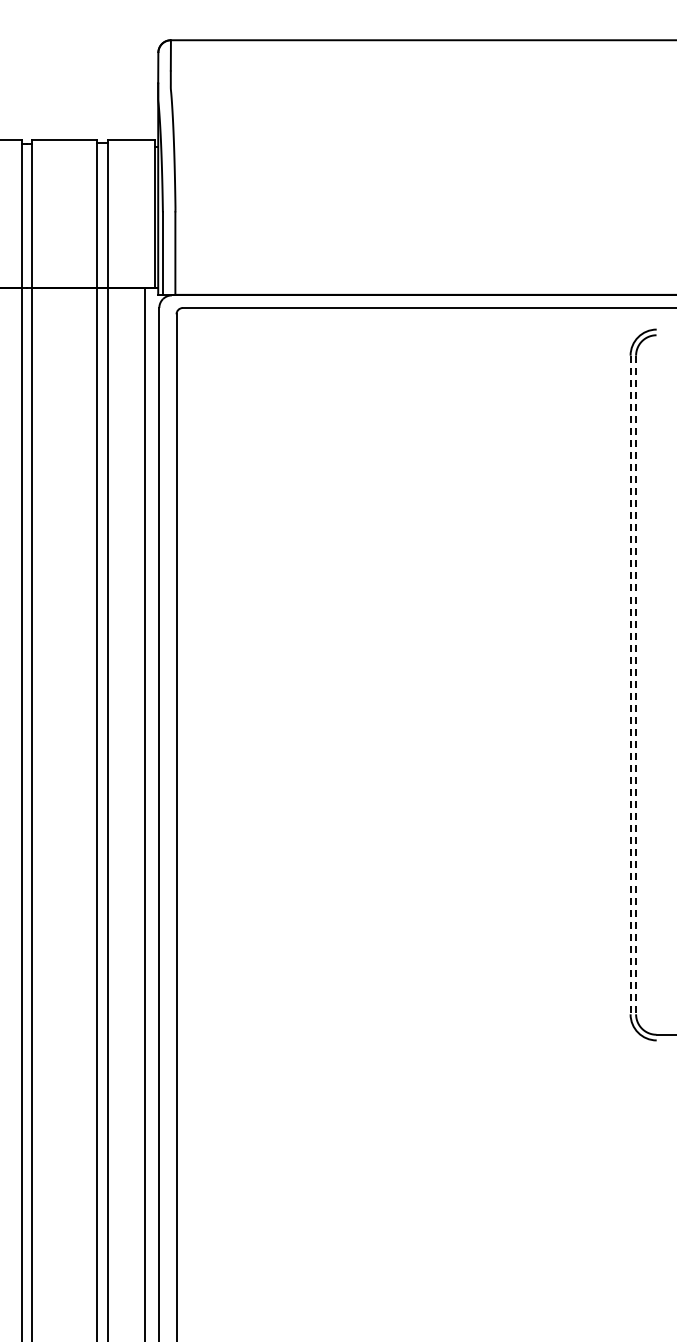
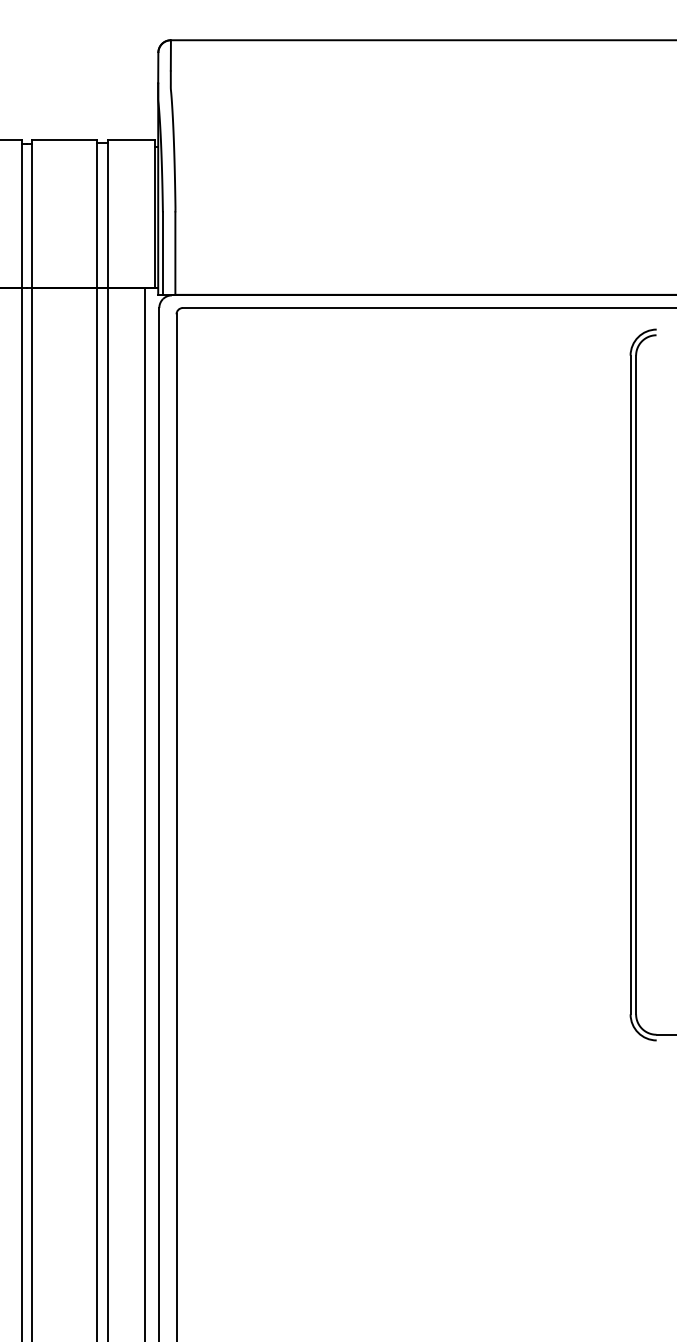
line at (630, 685): dashed -> solid
line at (636, 685): dashed -> solid
